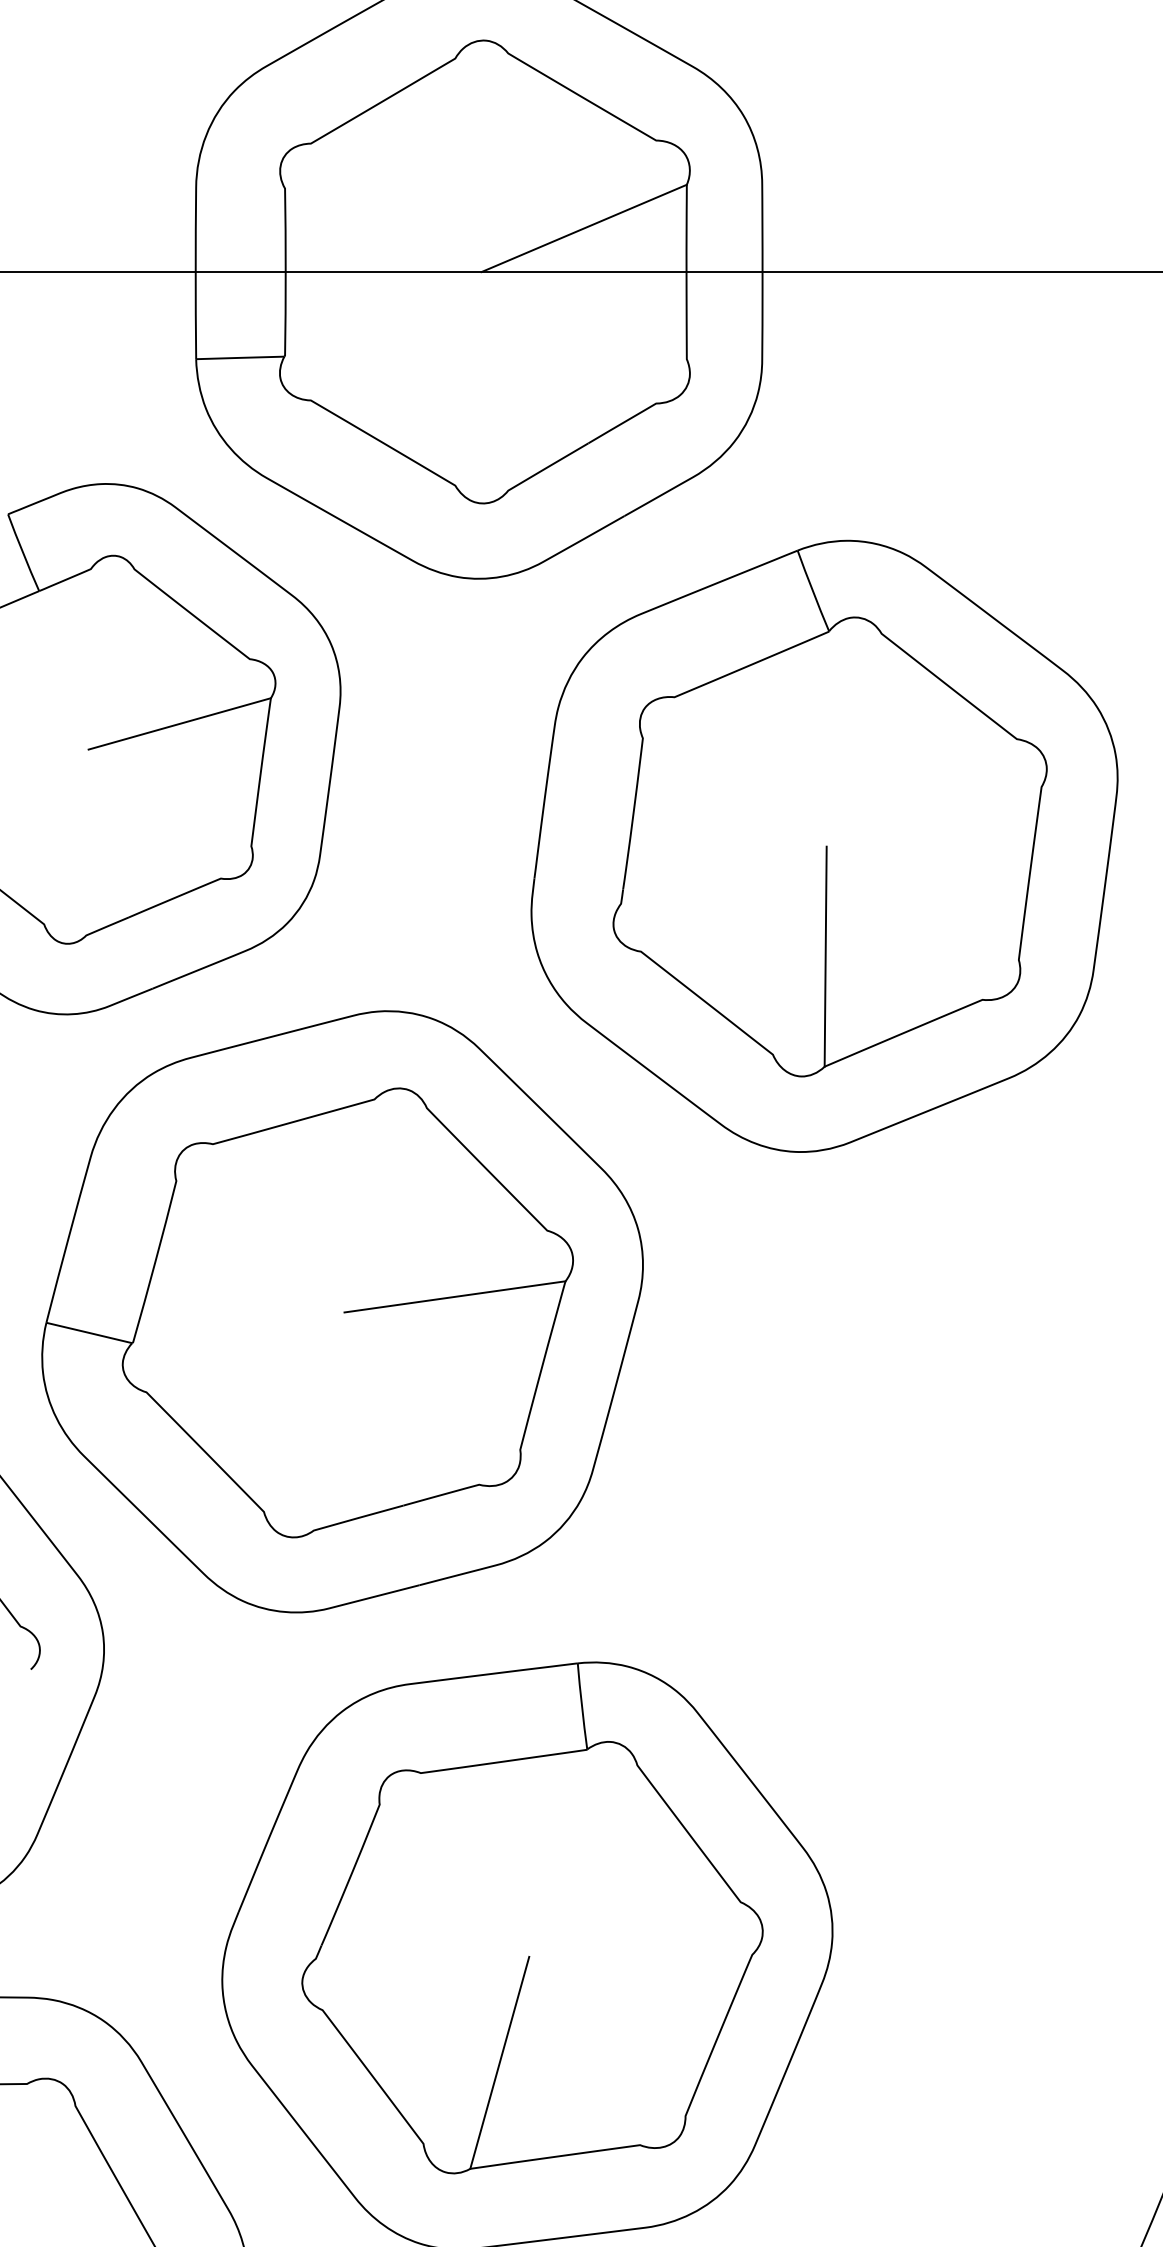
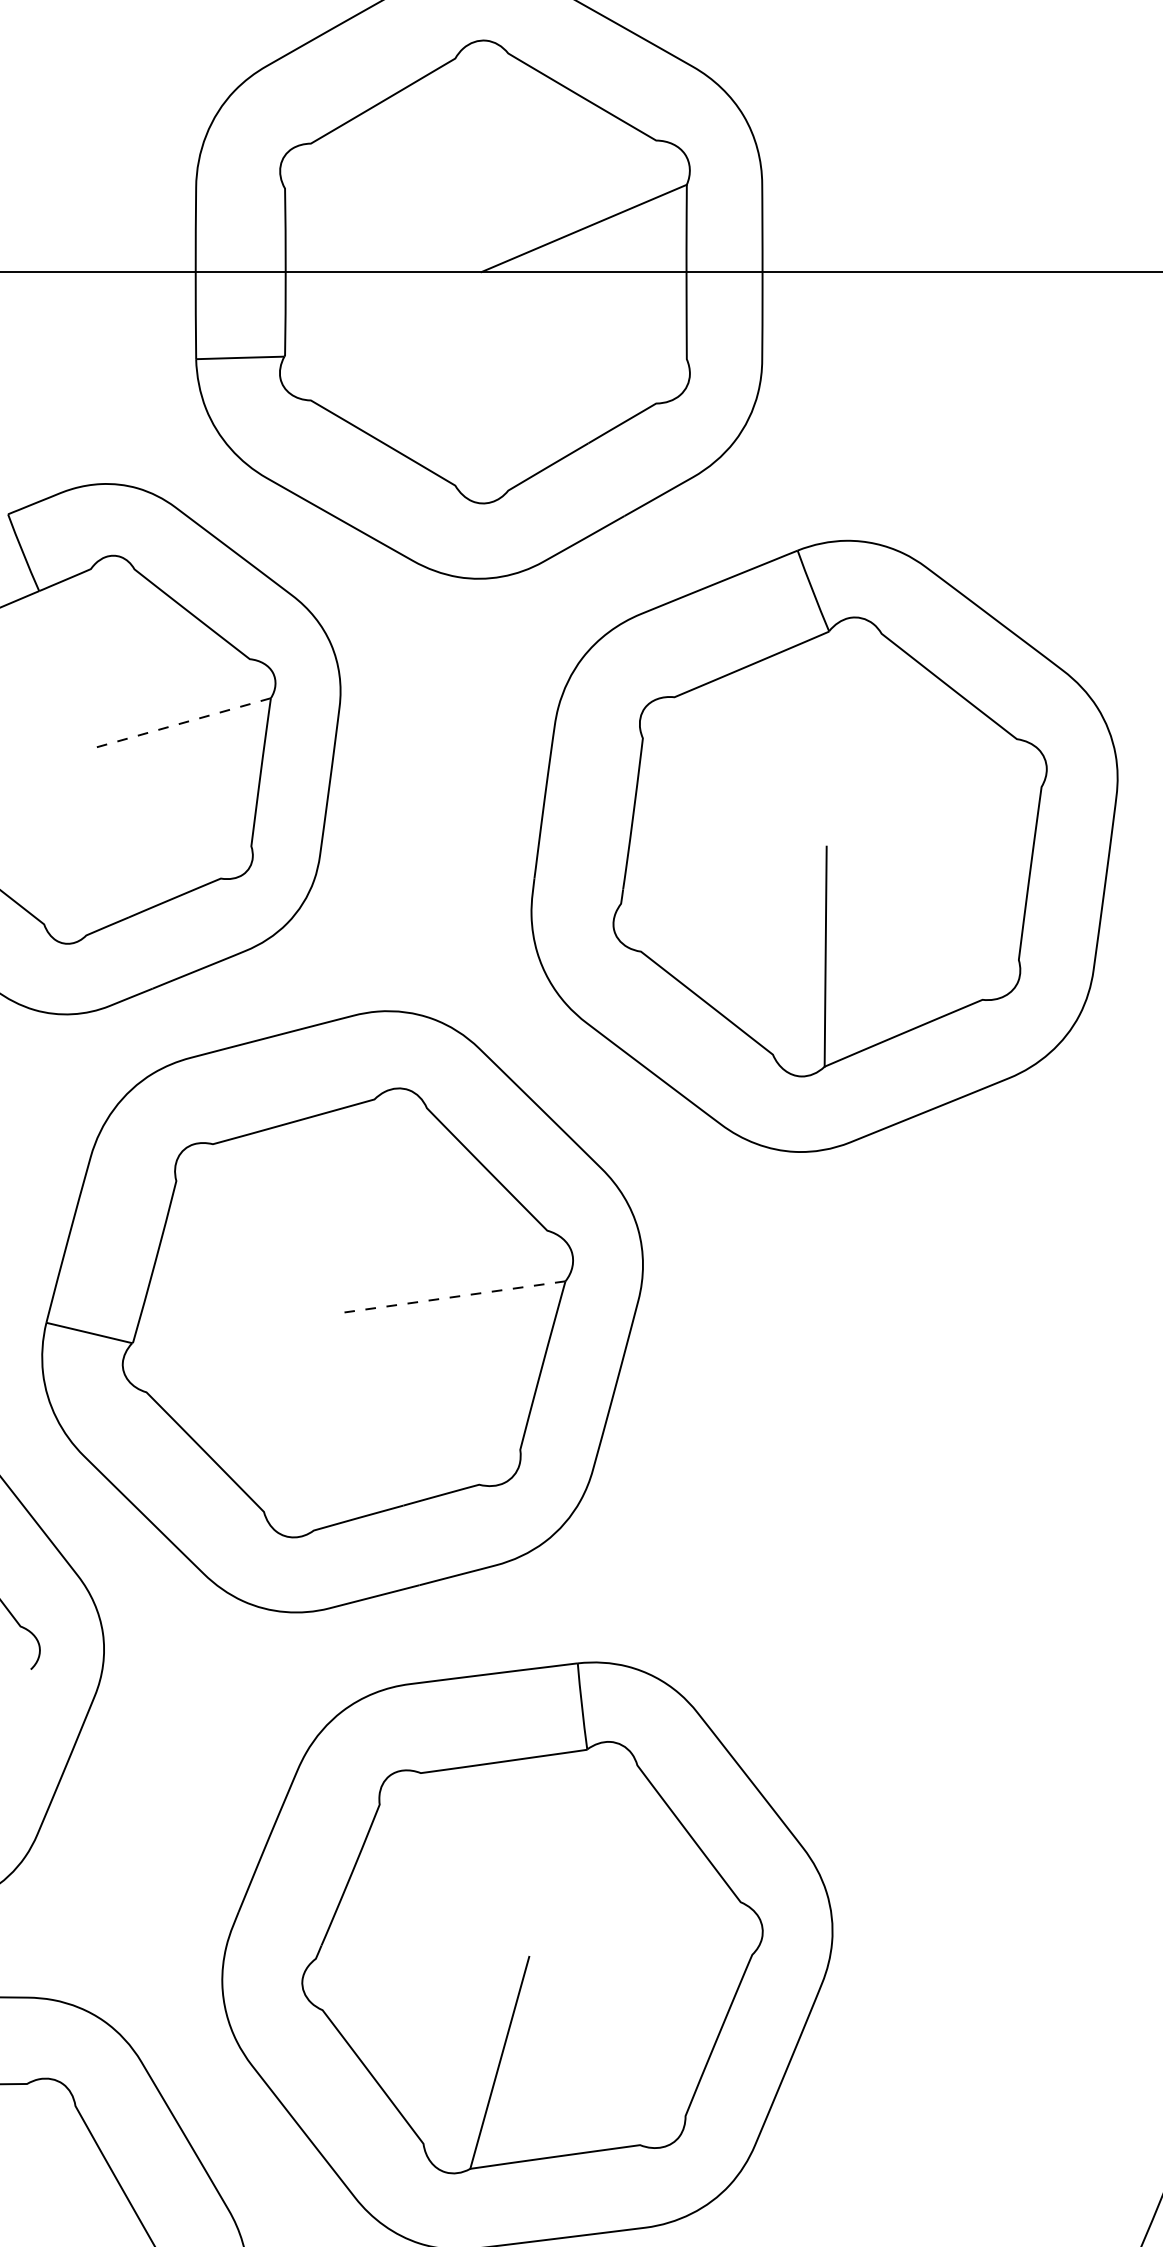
line at (179, 723): solid -> dashed
line at (455, 1296): solid -> dashed
